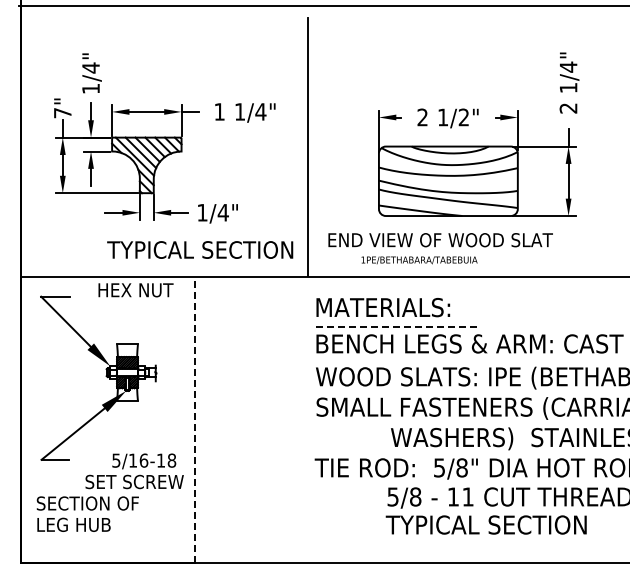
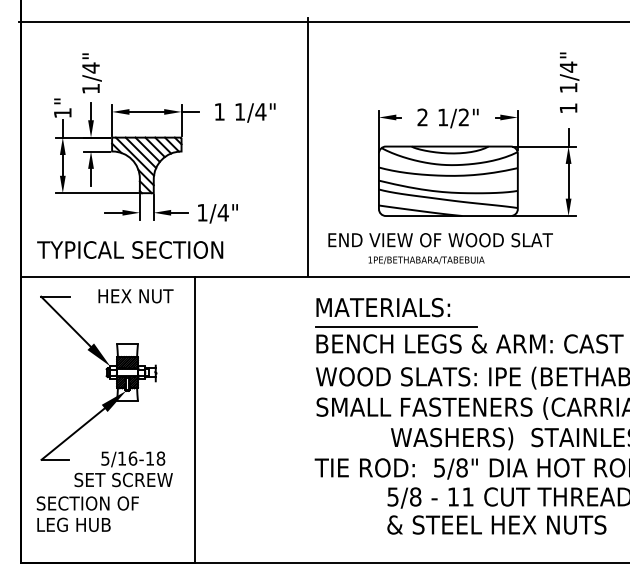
line at (322, 5) position: (322, 5) -> (322, 21)
text at (568, 108): 2 -> 1
text at (62, 113): 7" -> 1"
text at (200, 249) position: (200, 249) -> (130, 249)
text at (419, 260) position: (419, 260) -> (426, 260)
text at (135, 290) position: (135, 290) -> (135, 296)
line at (396, 326): dashed -> solid
line at (195, 419): dashed -> solid
text at (134, 471) position: (134, 471) -> (123, 469)
text at (495, 524): TYPICAL SECTION -> & STEEL HEX NUTS
